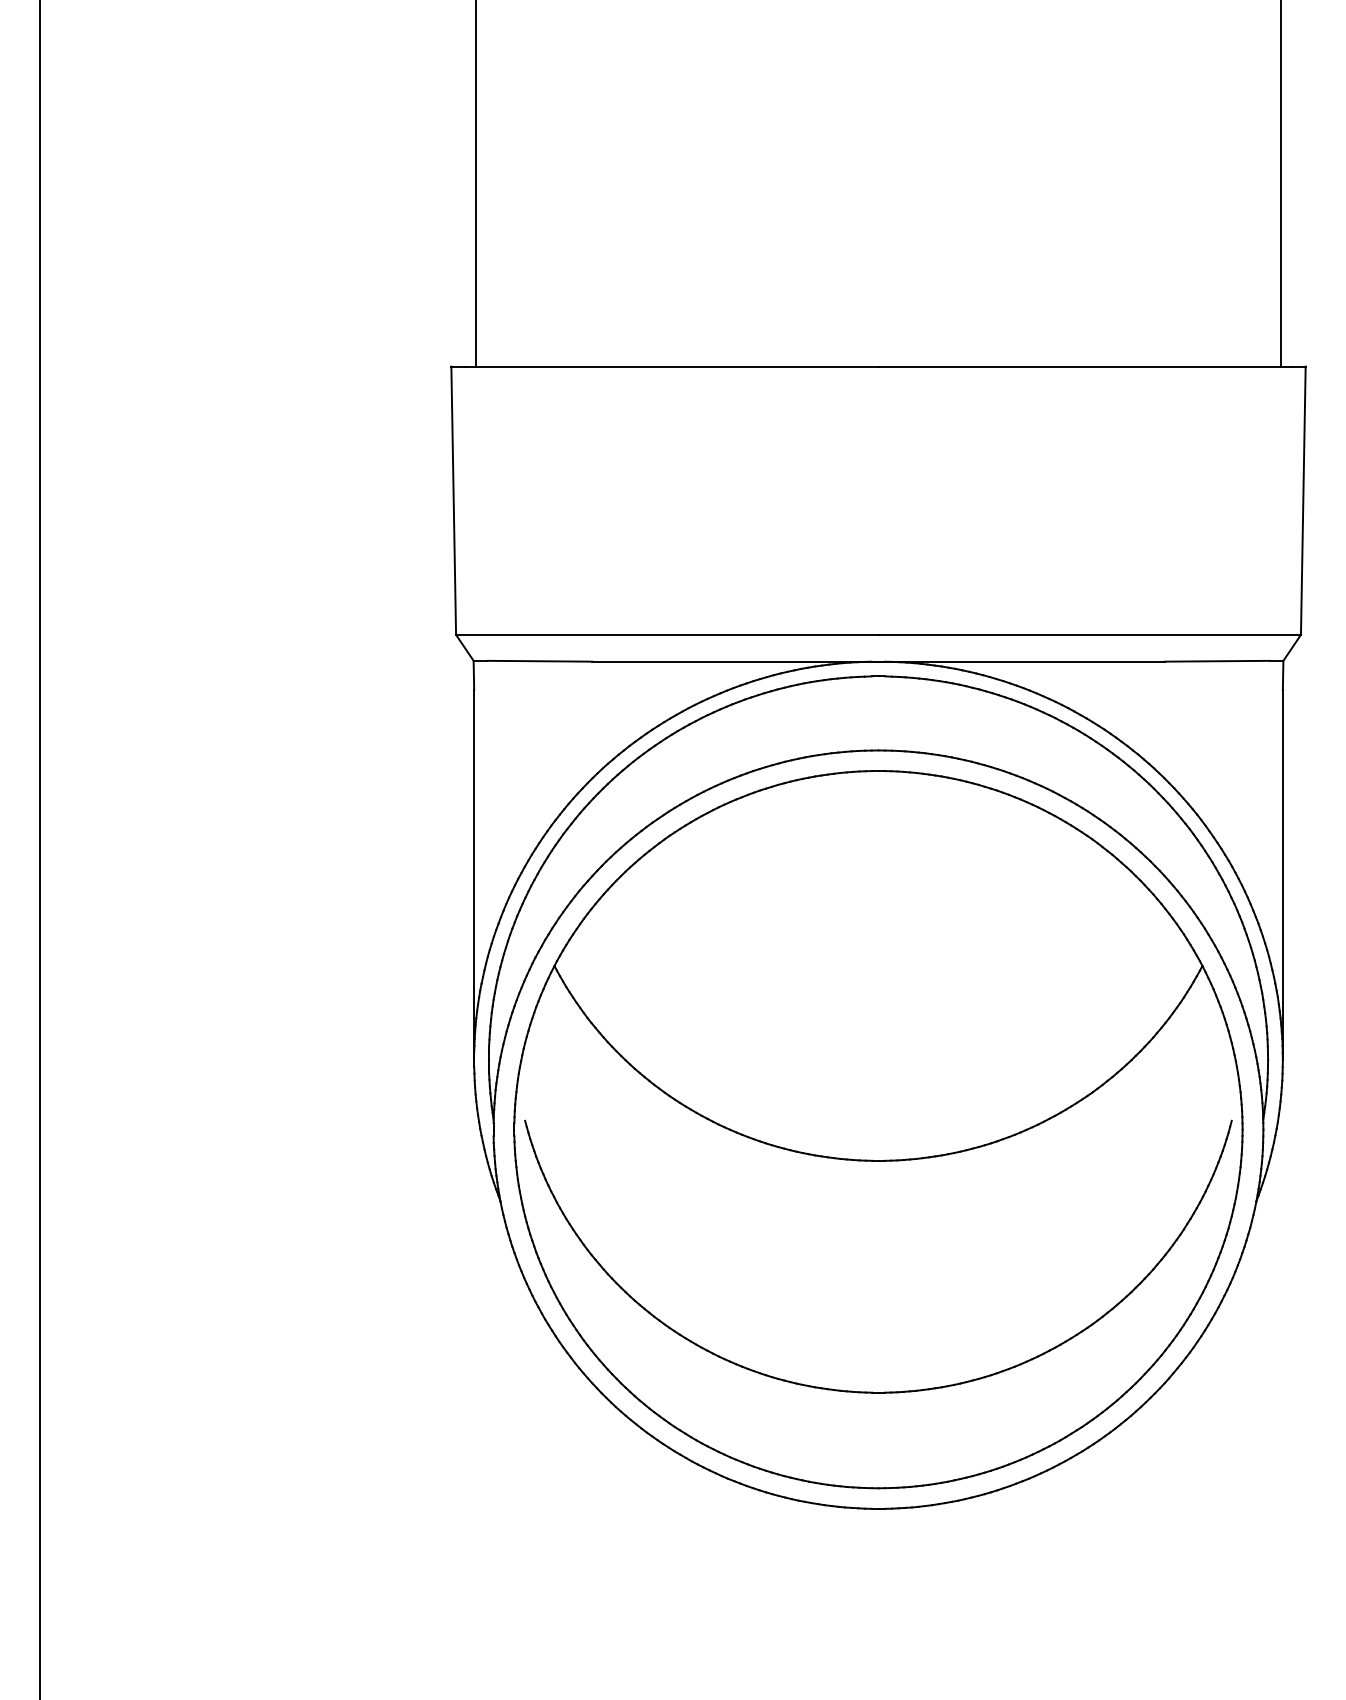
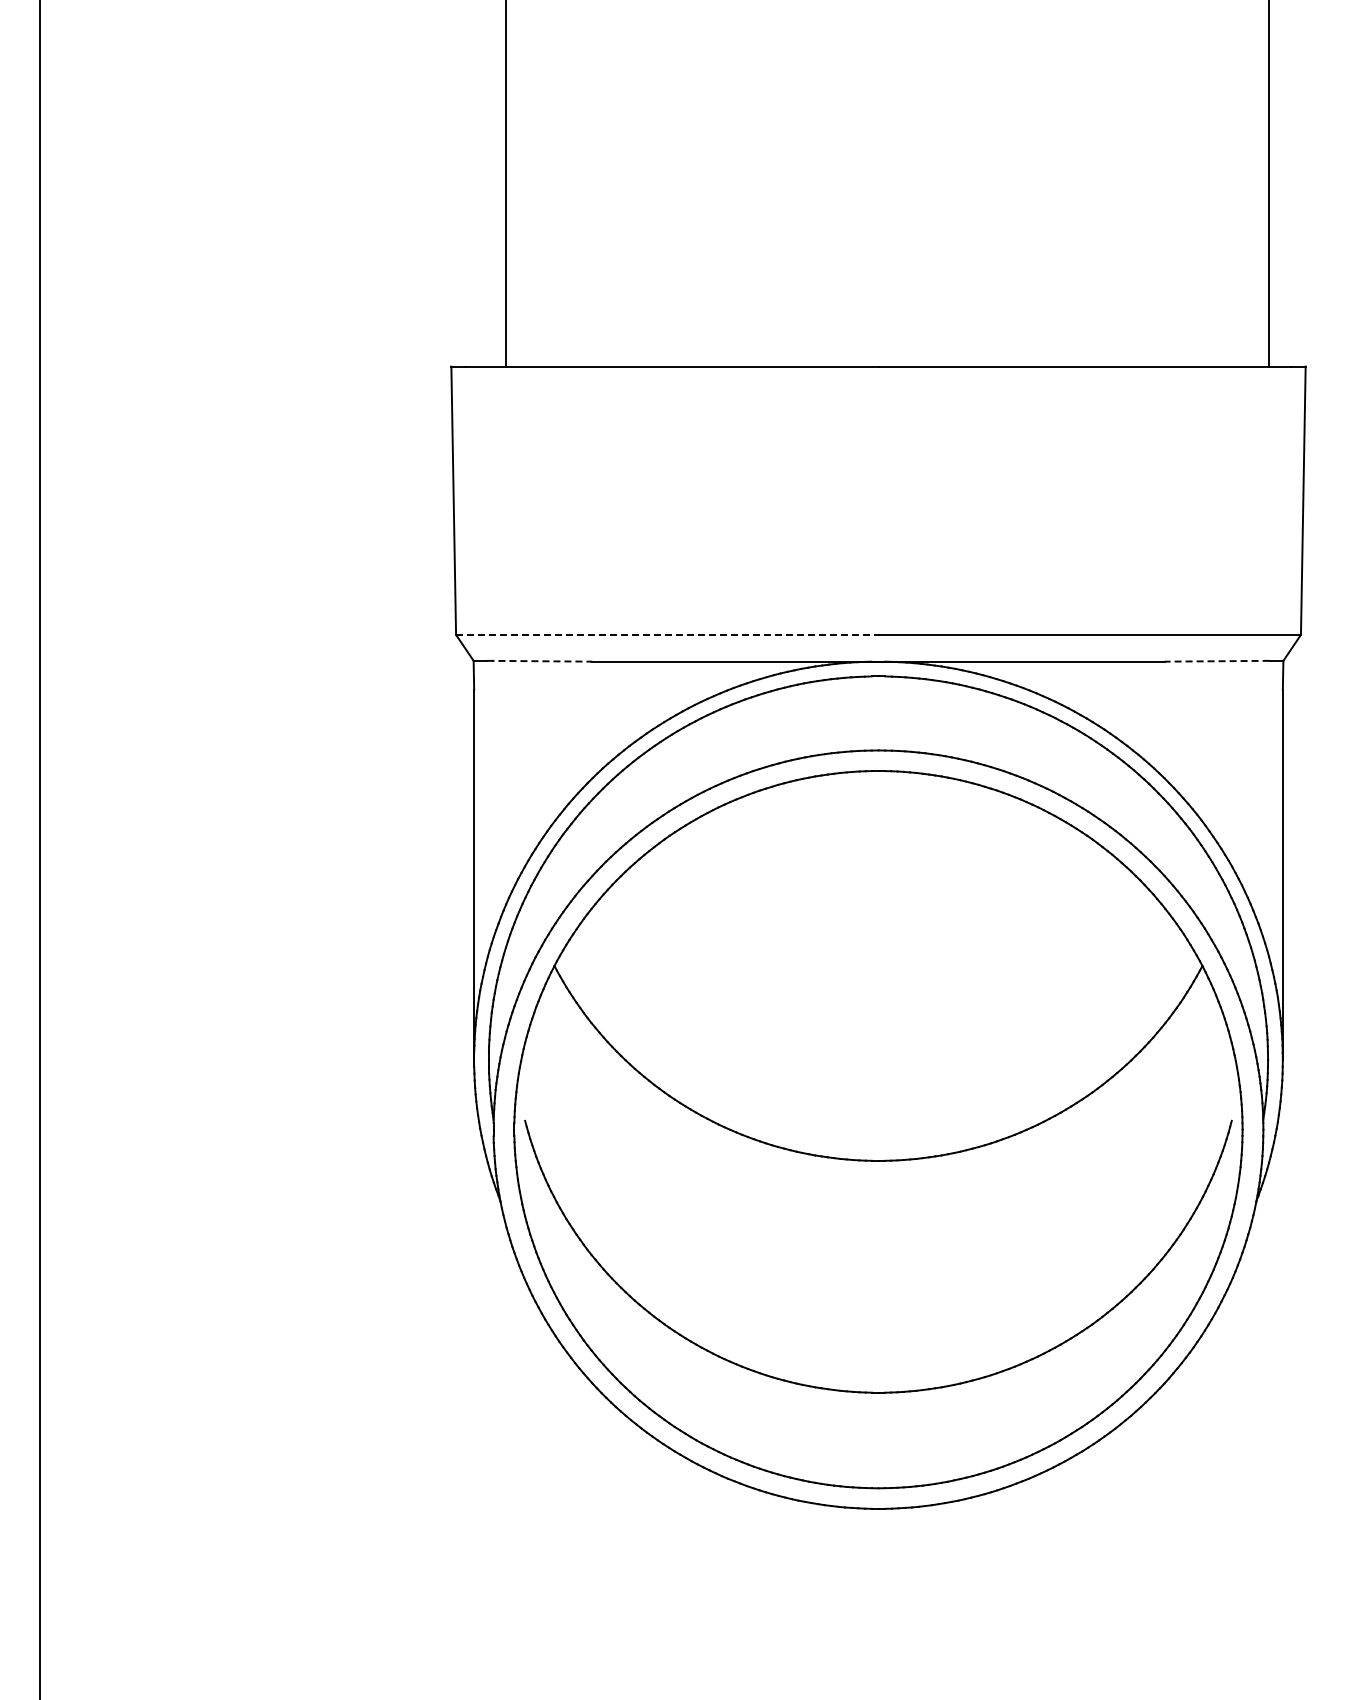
line at (476, 184) position: (476, 184) -> (506, 184)
line at (1280, 184) position: (1280, 184) -> (1268, 184)
line at (667, 634): solid -> dashed
line at (540, 661): solid -> dashed
line at (1216, 661): solid -> dashed
